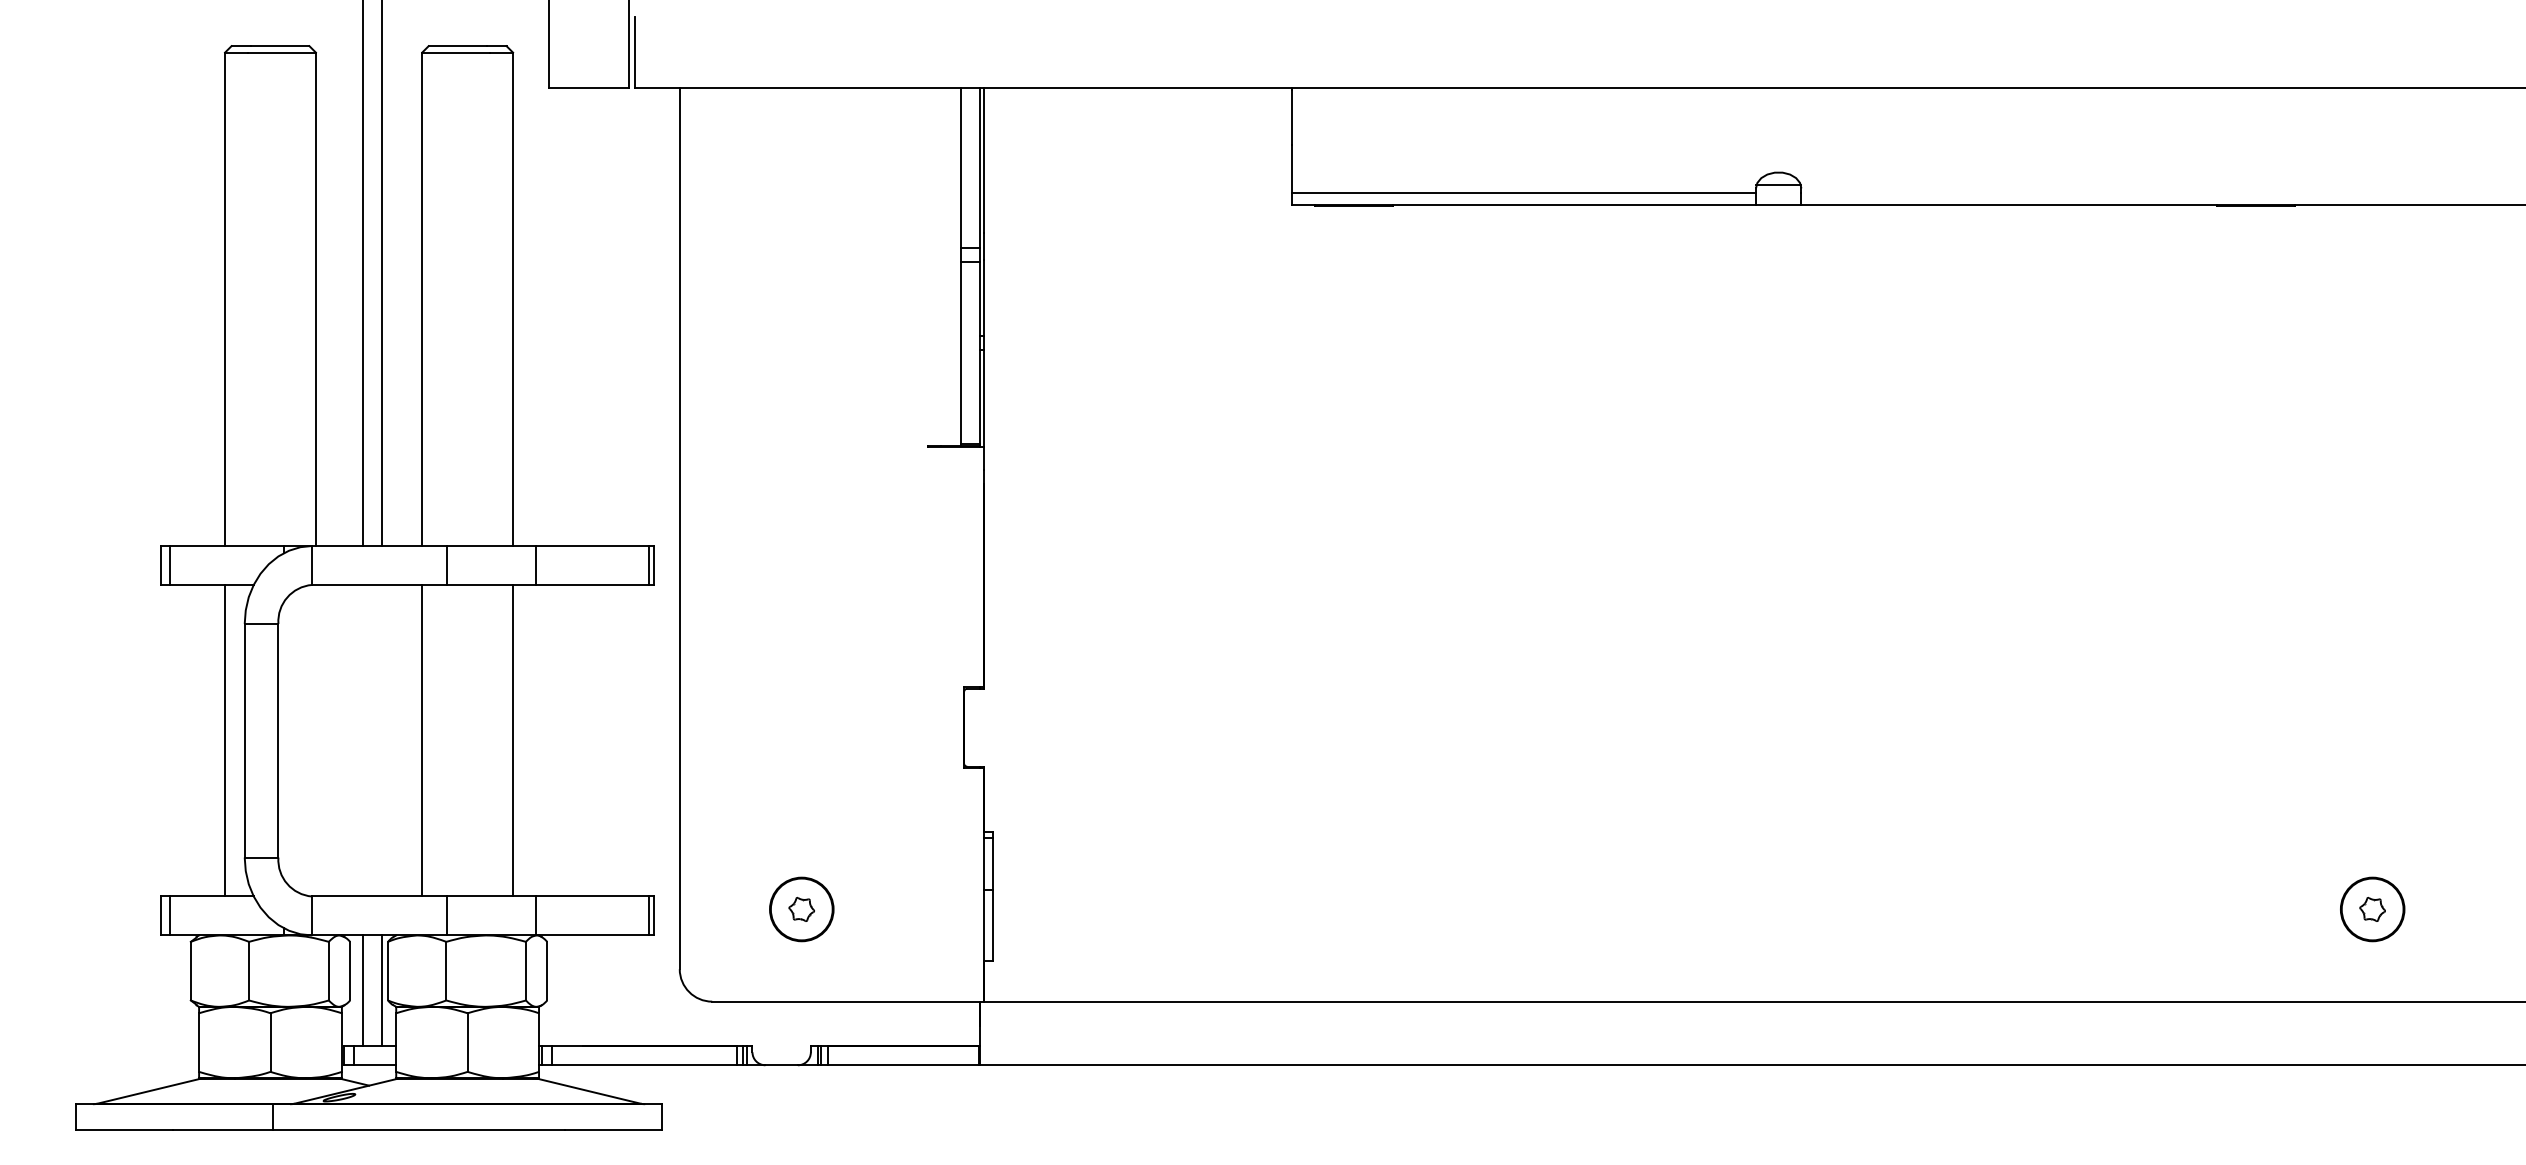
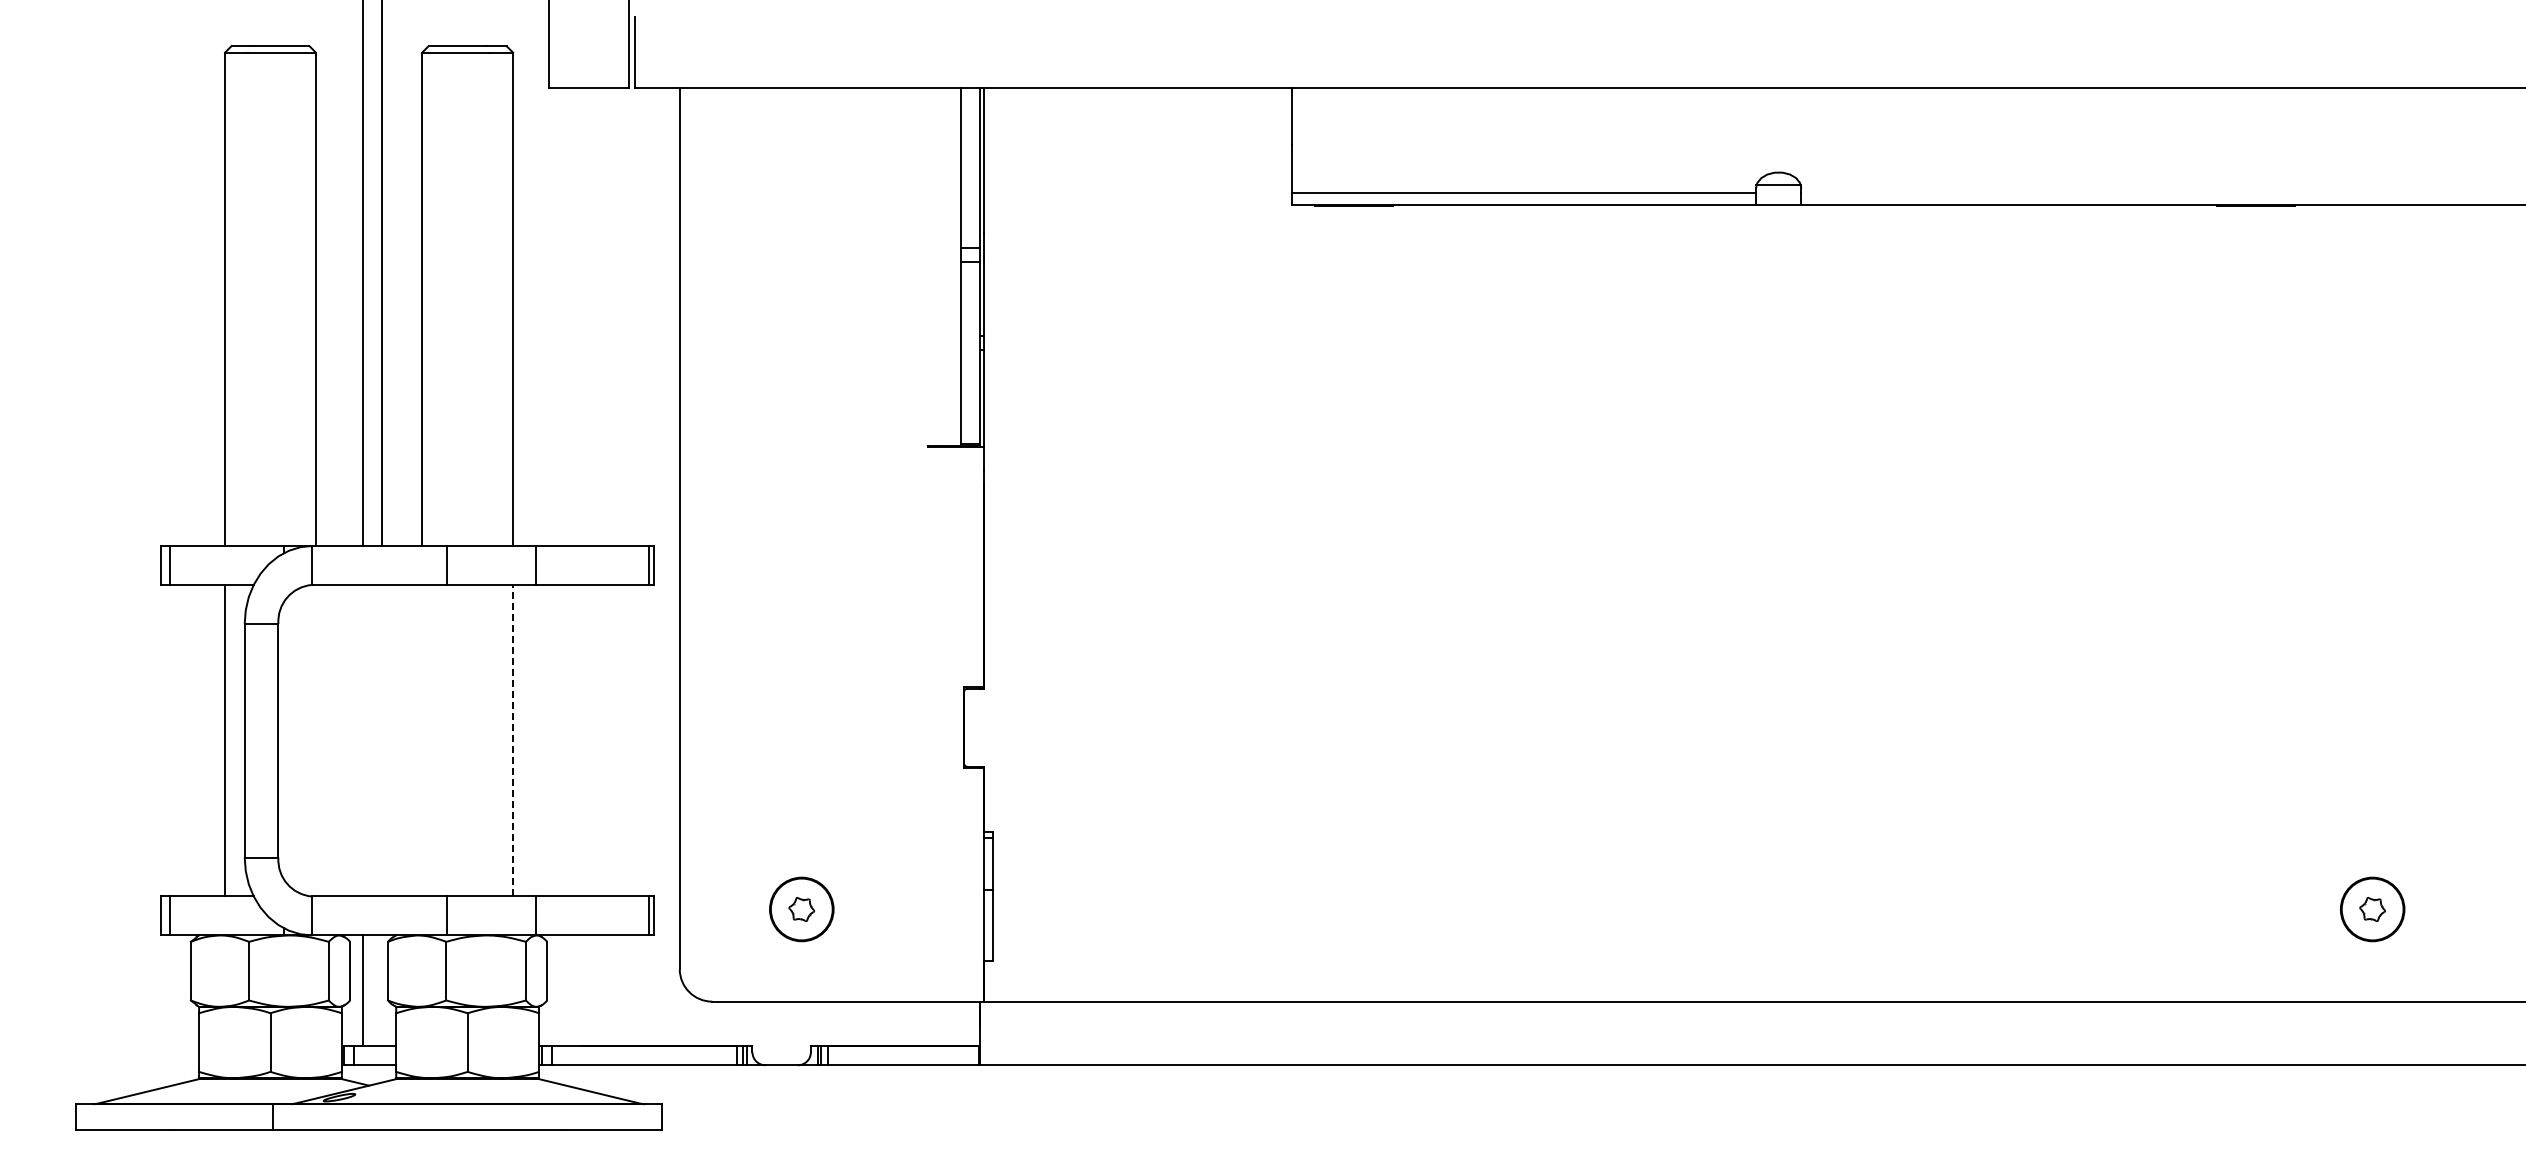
line at (422, 740): present -> none
line at (513, 740): solid -> dashed
line at (382, 990): present -> none
